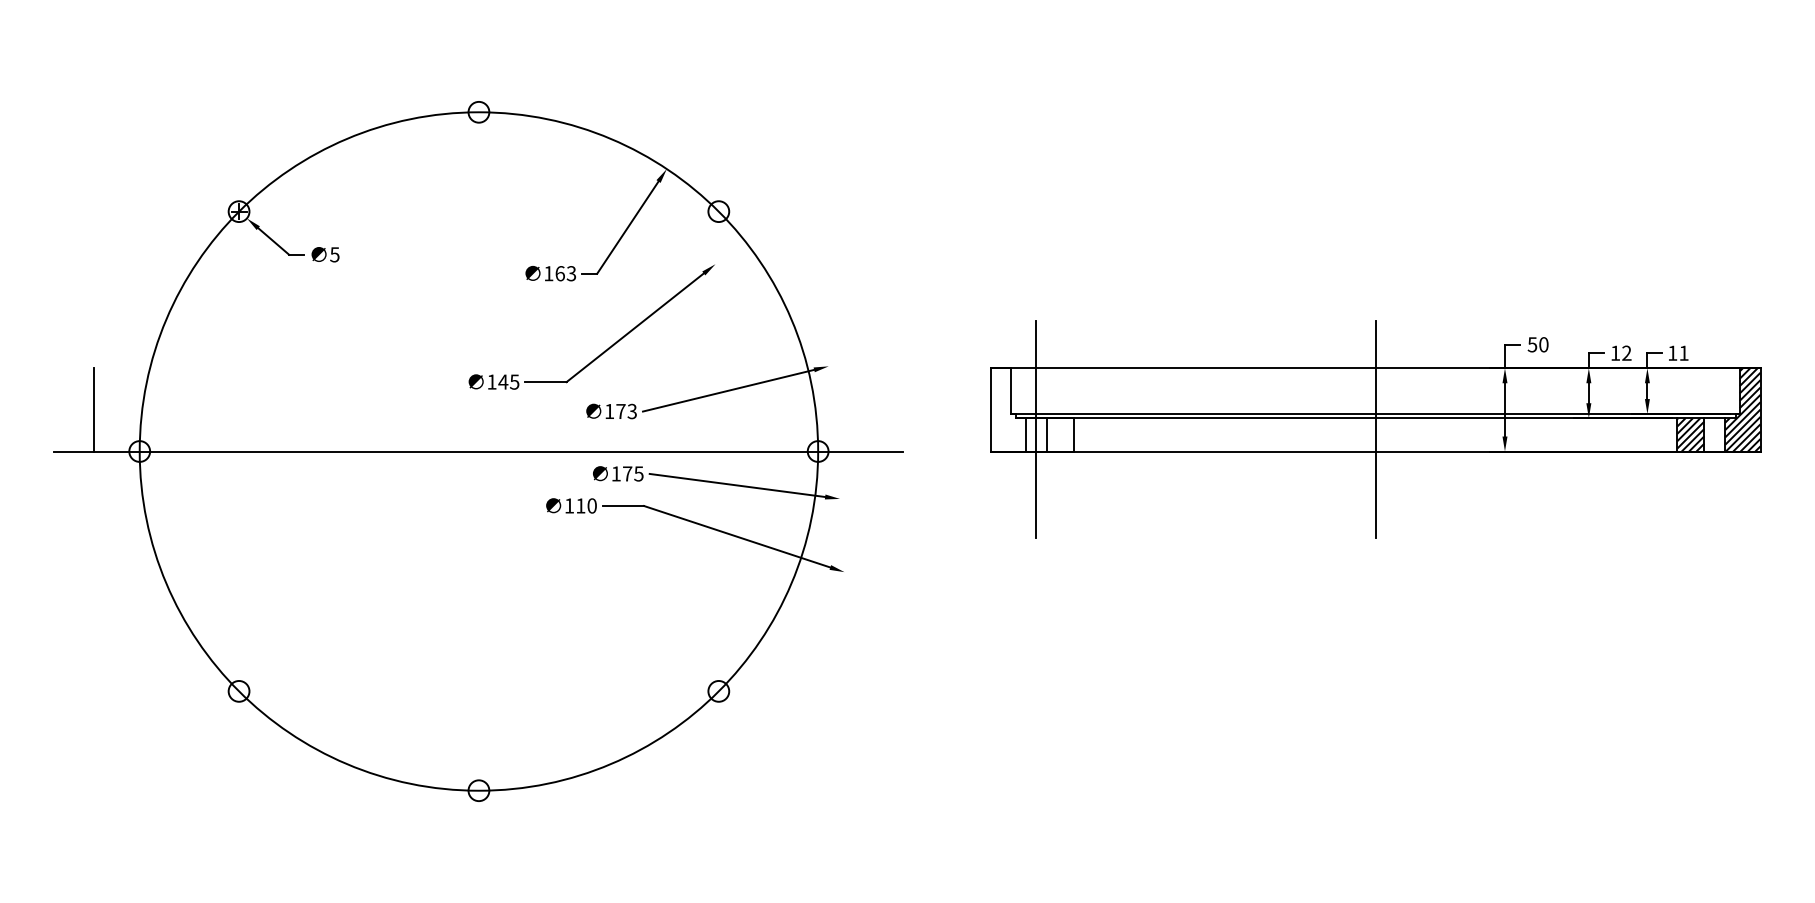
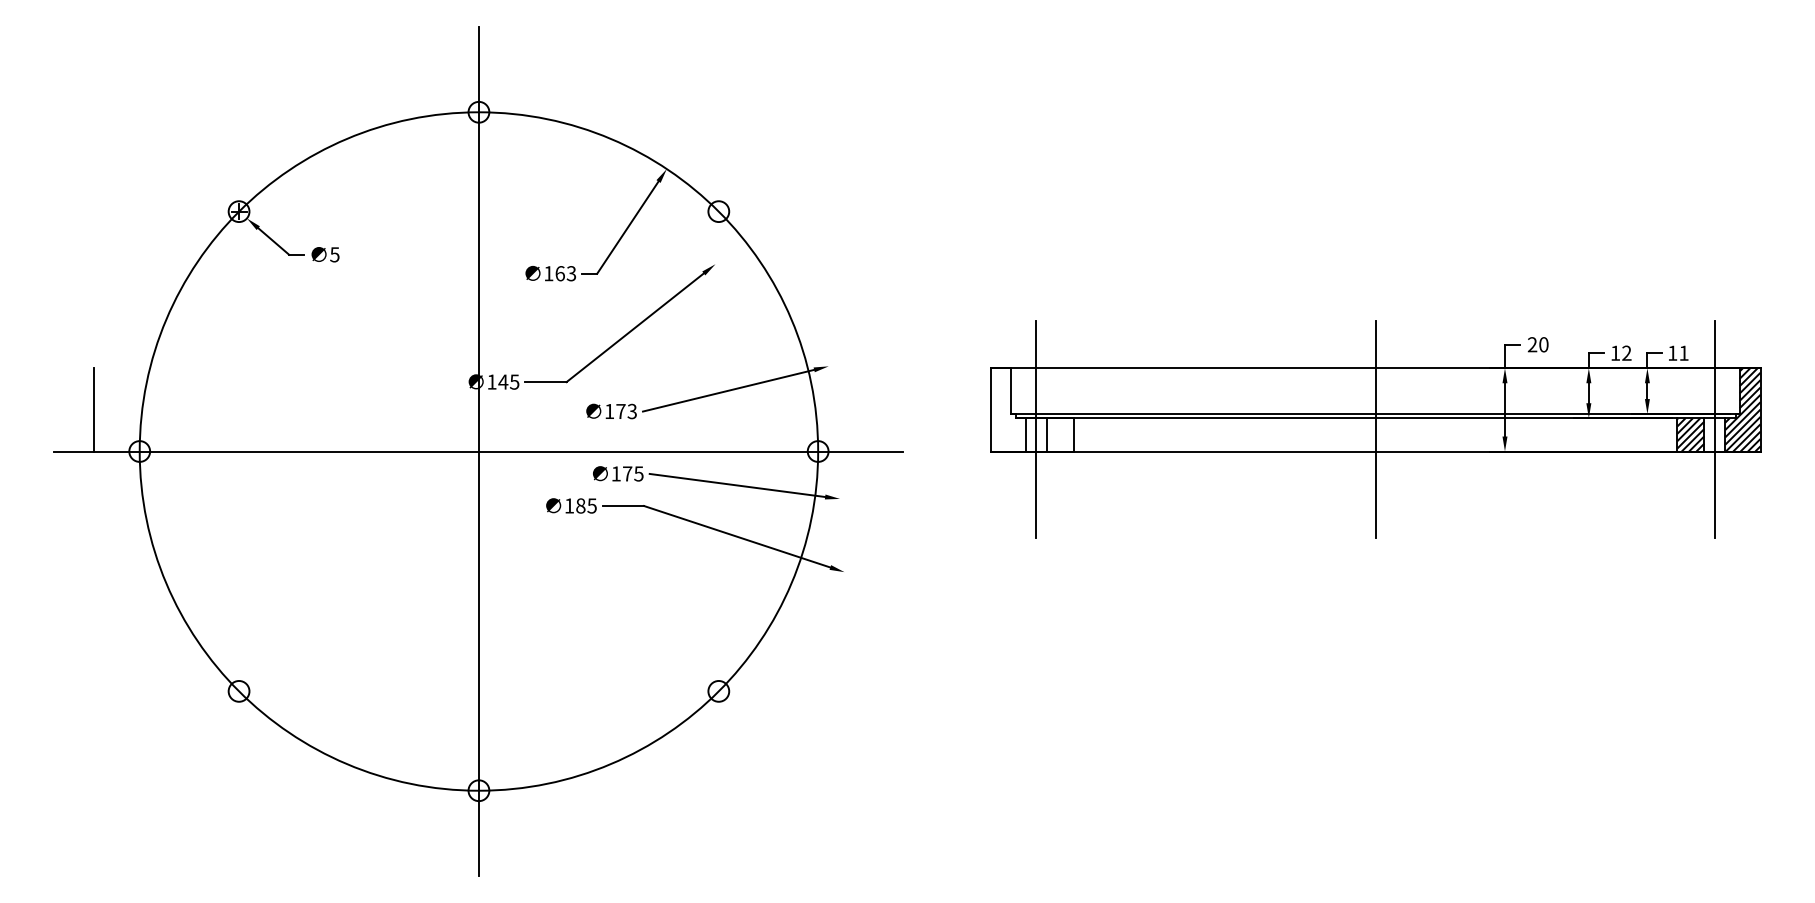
text at (1532, 344): 50 -> 20
line at (1714, 429): none -> present
line at (478, 451): none -> present
text at (586, 505): 110 -> 185
